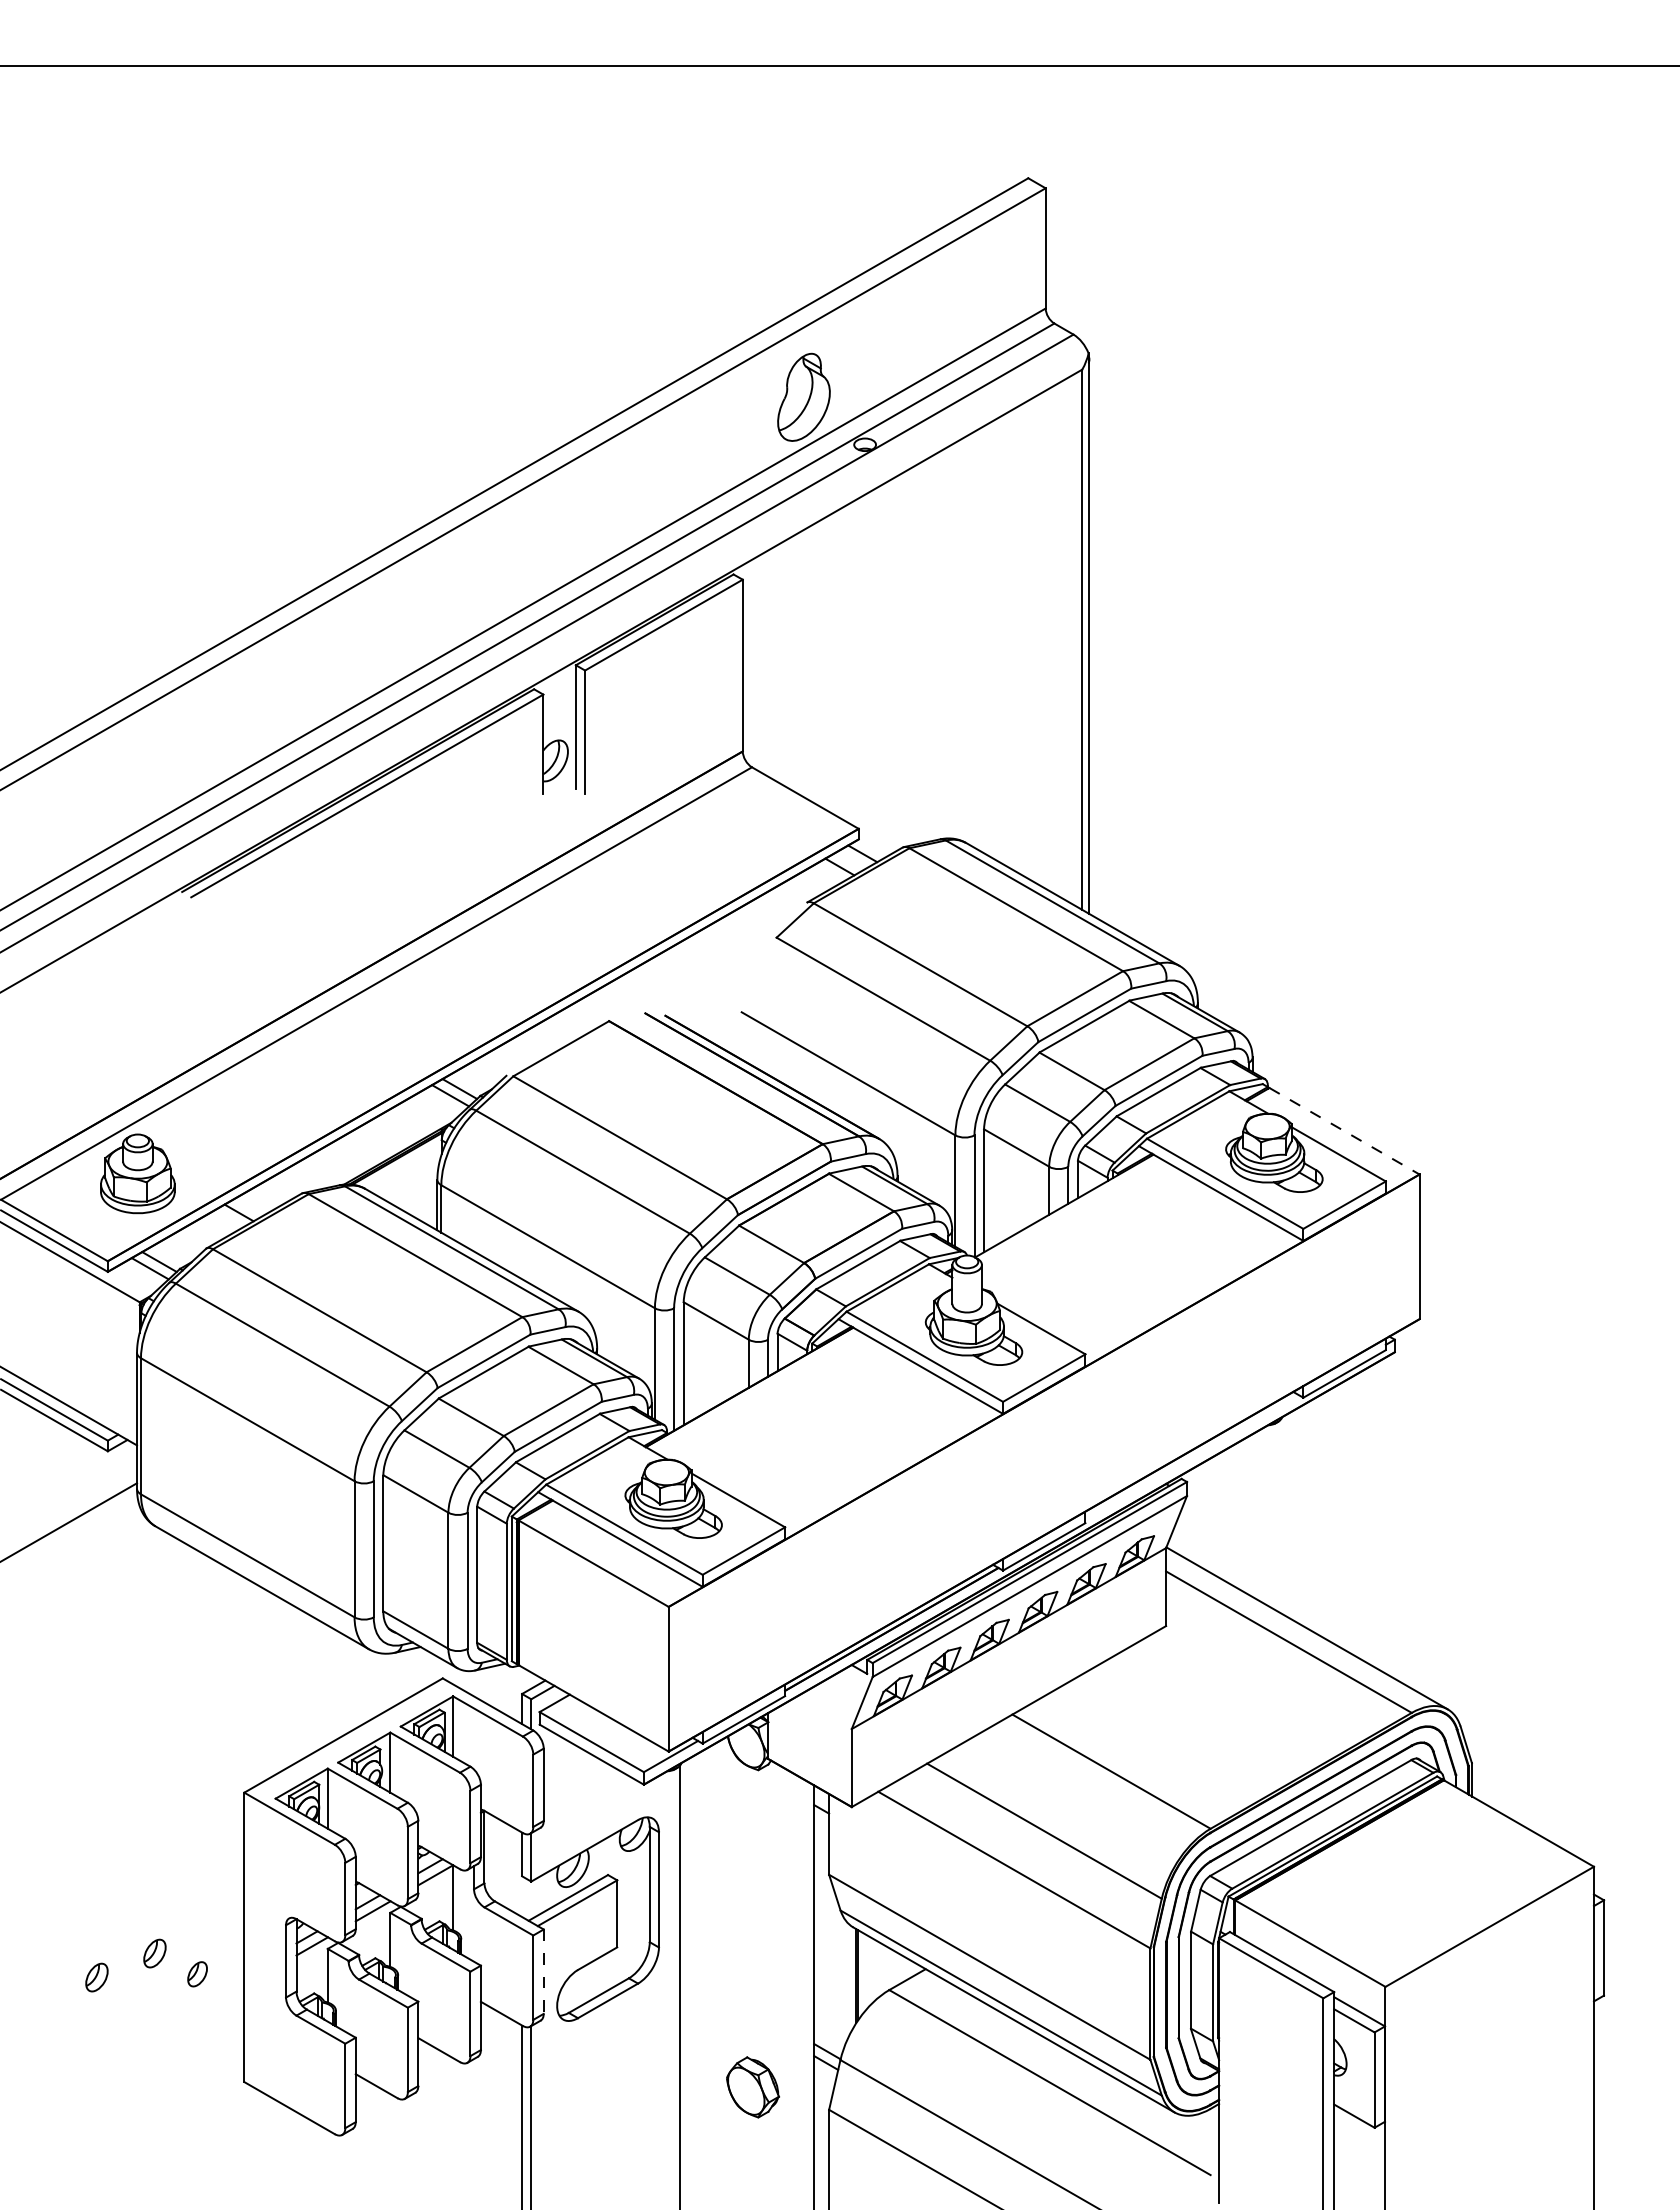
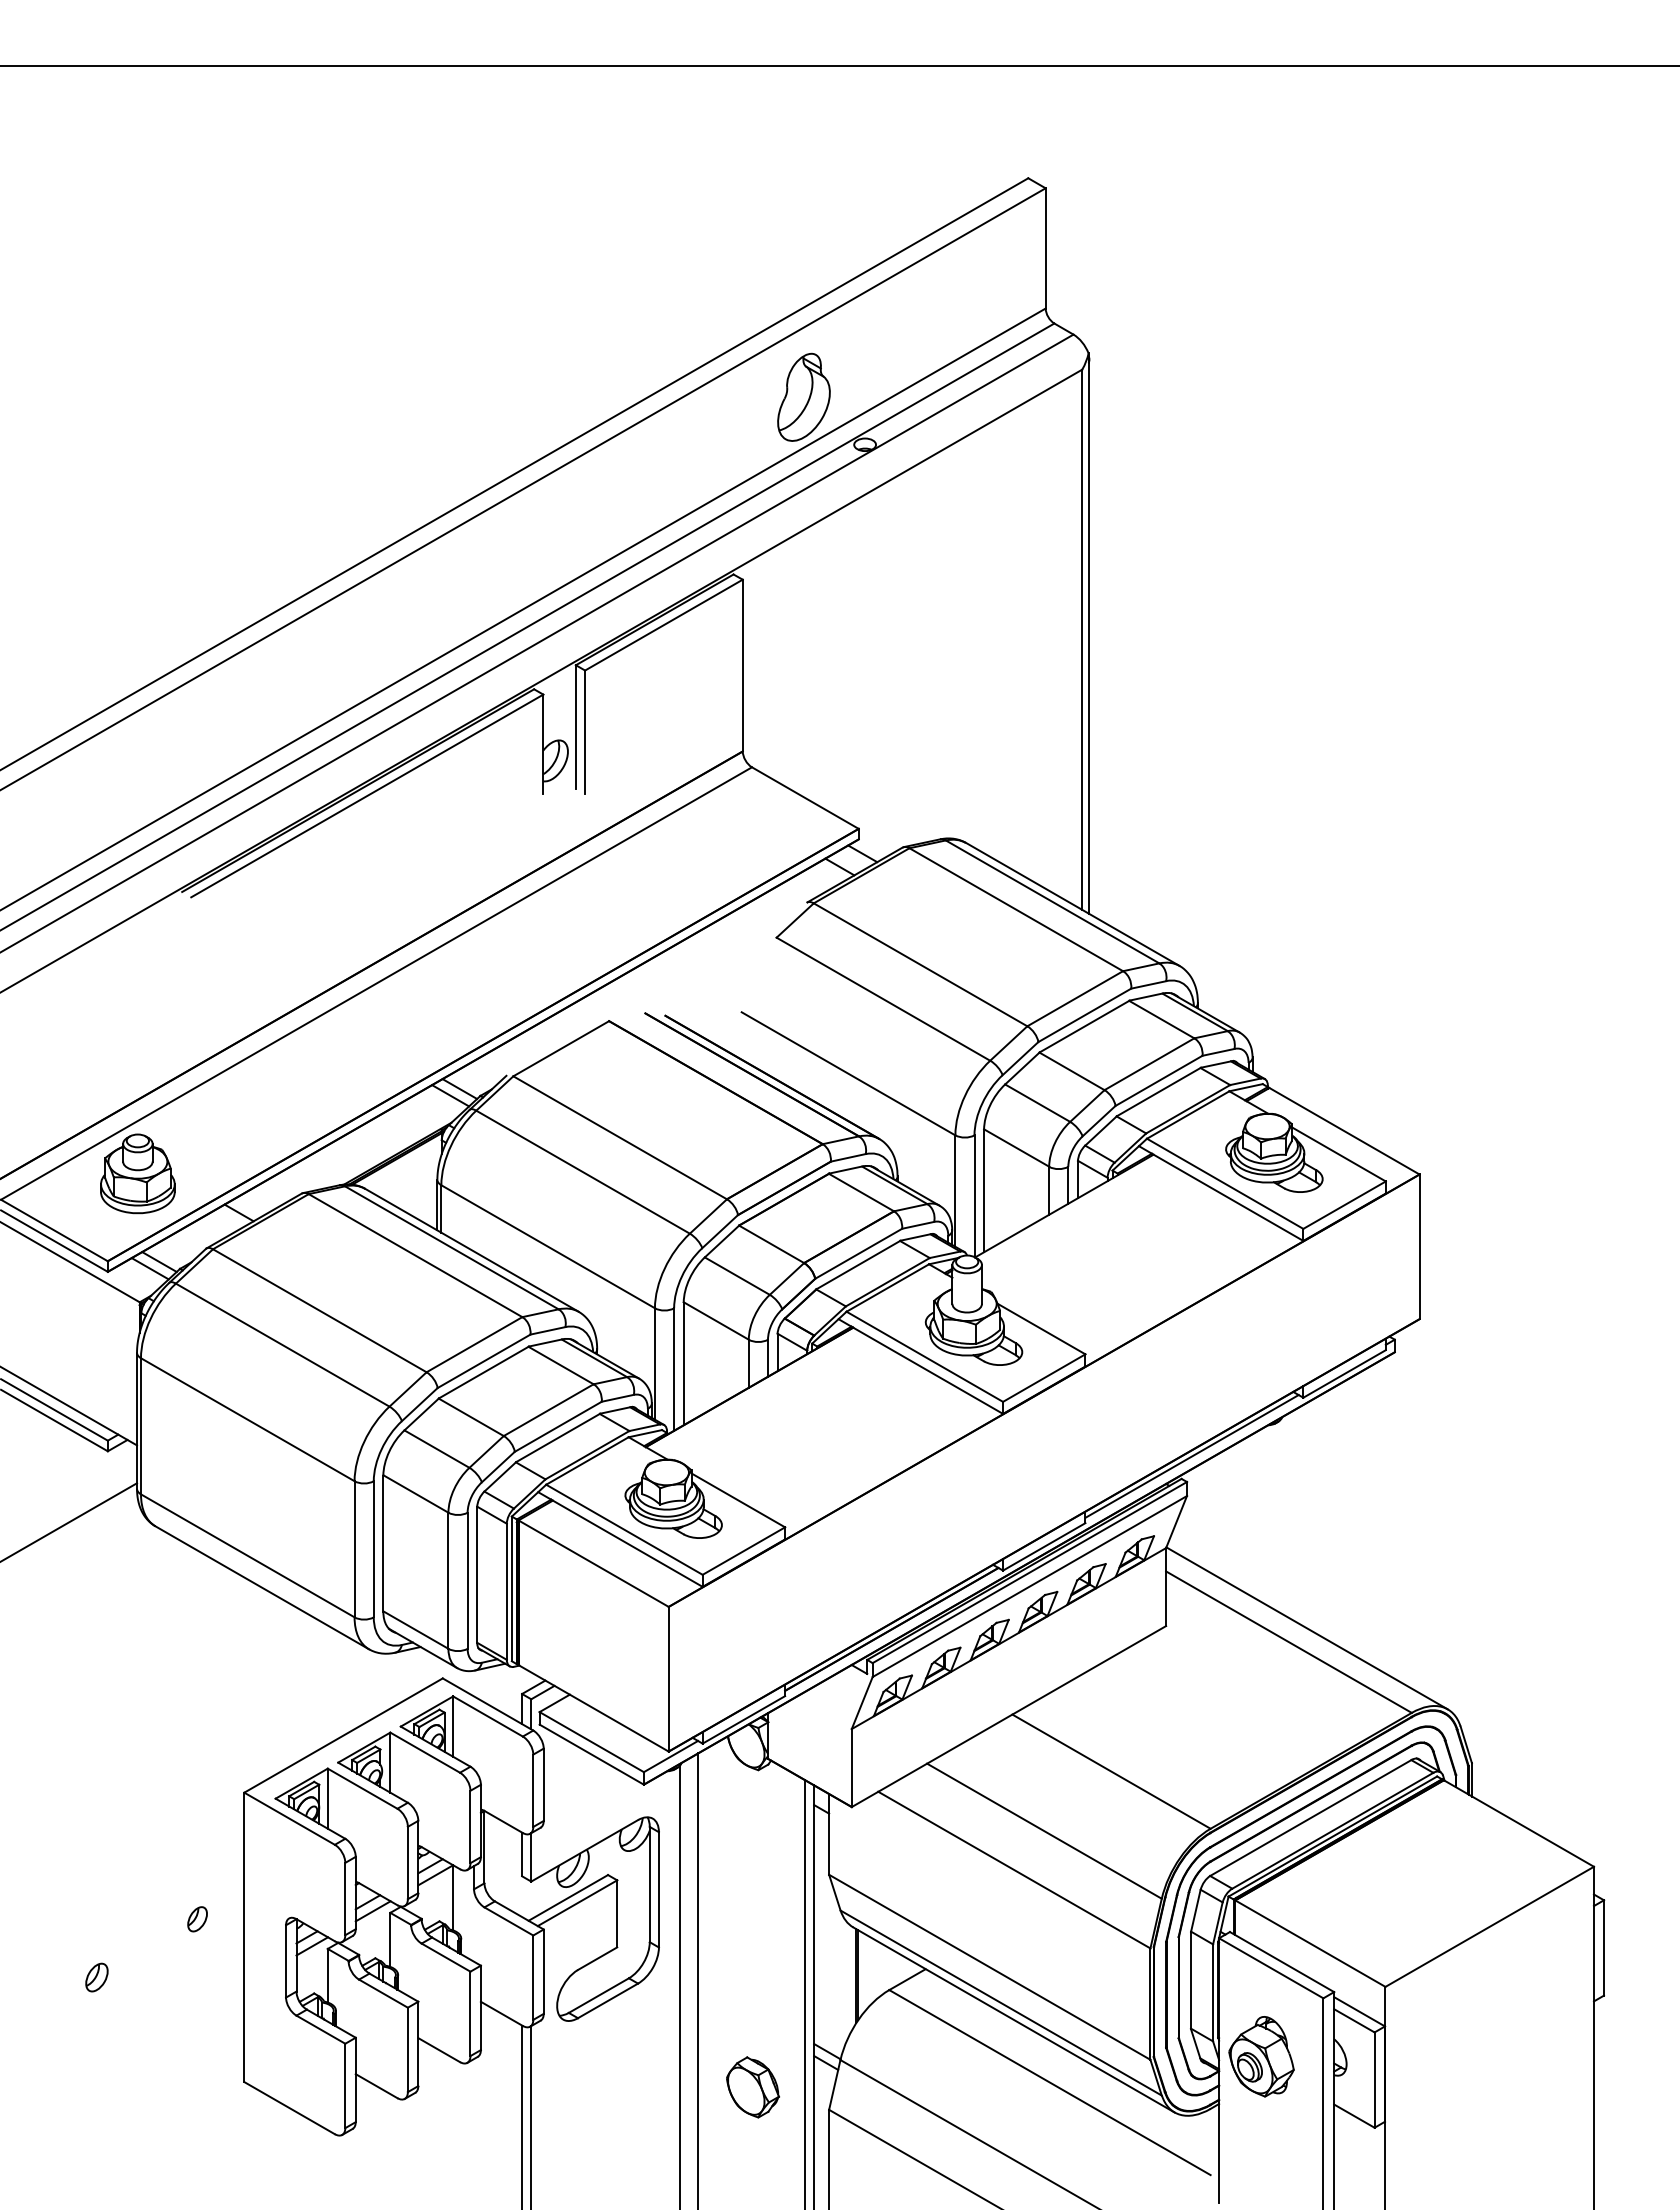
line at (1344, 1131): dashed -> solid
line at (1191, 1456): none -> present
part at (154, 1953): present -> none
line at (543, 1972): dashed -> solid
part at (197, 1974) position: (197, 1974) -> (197, 1919)
line at (698, 1979): none -> present
line at (804, 1993): none -> present
part at (1261, 2056): none -> present
